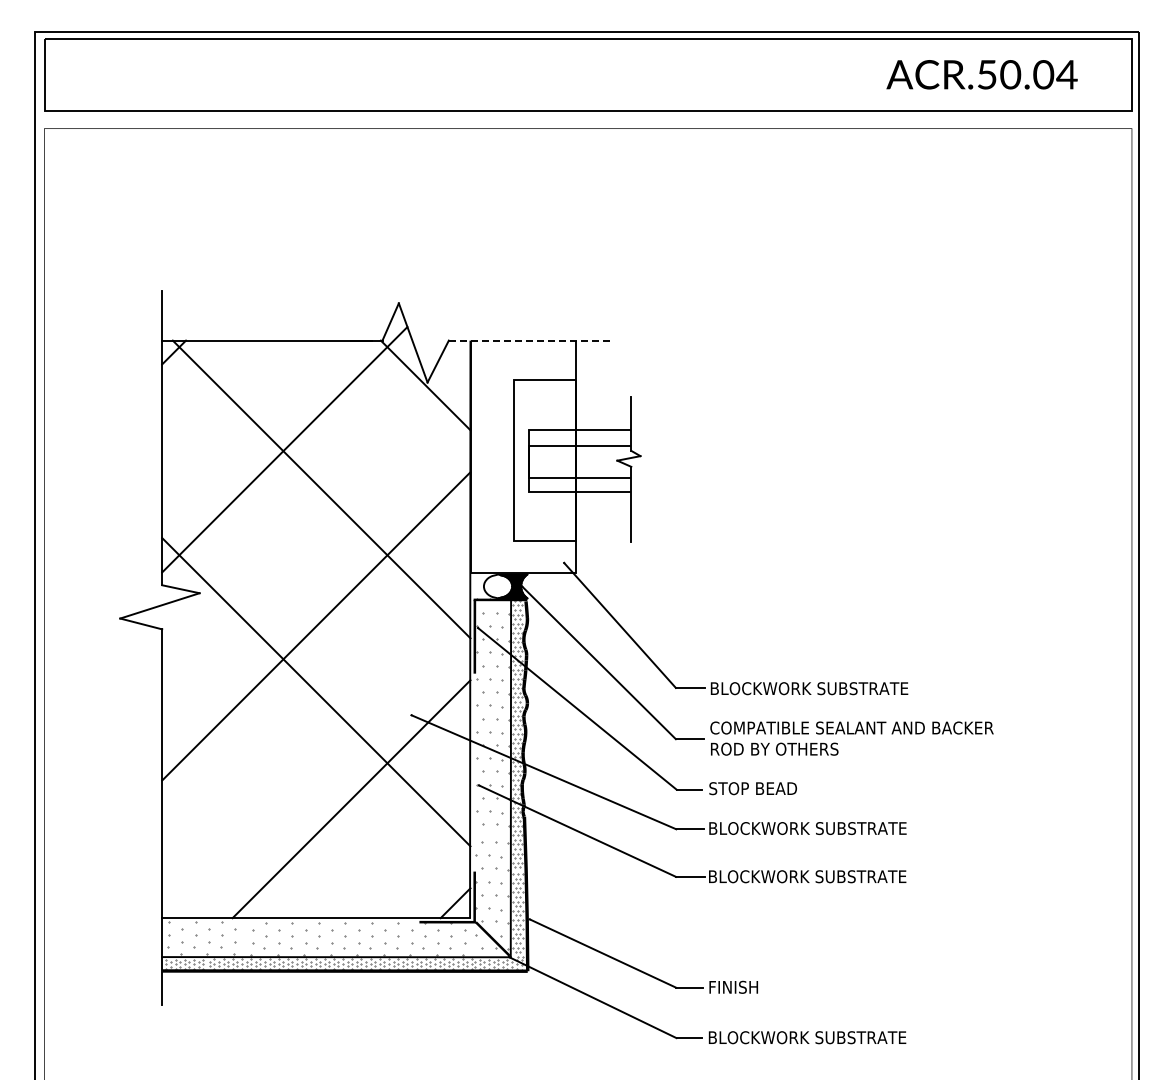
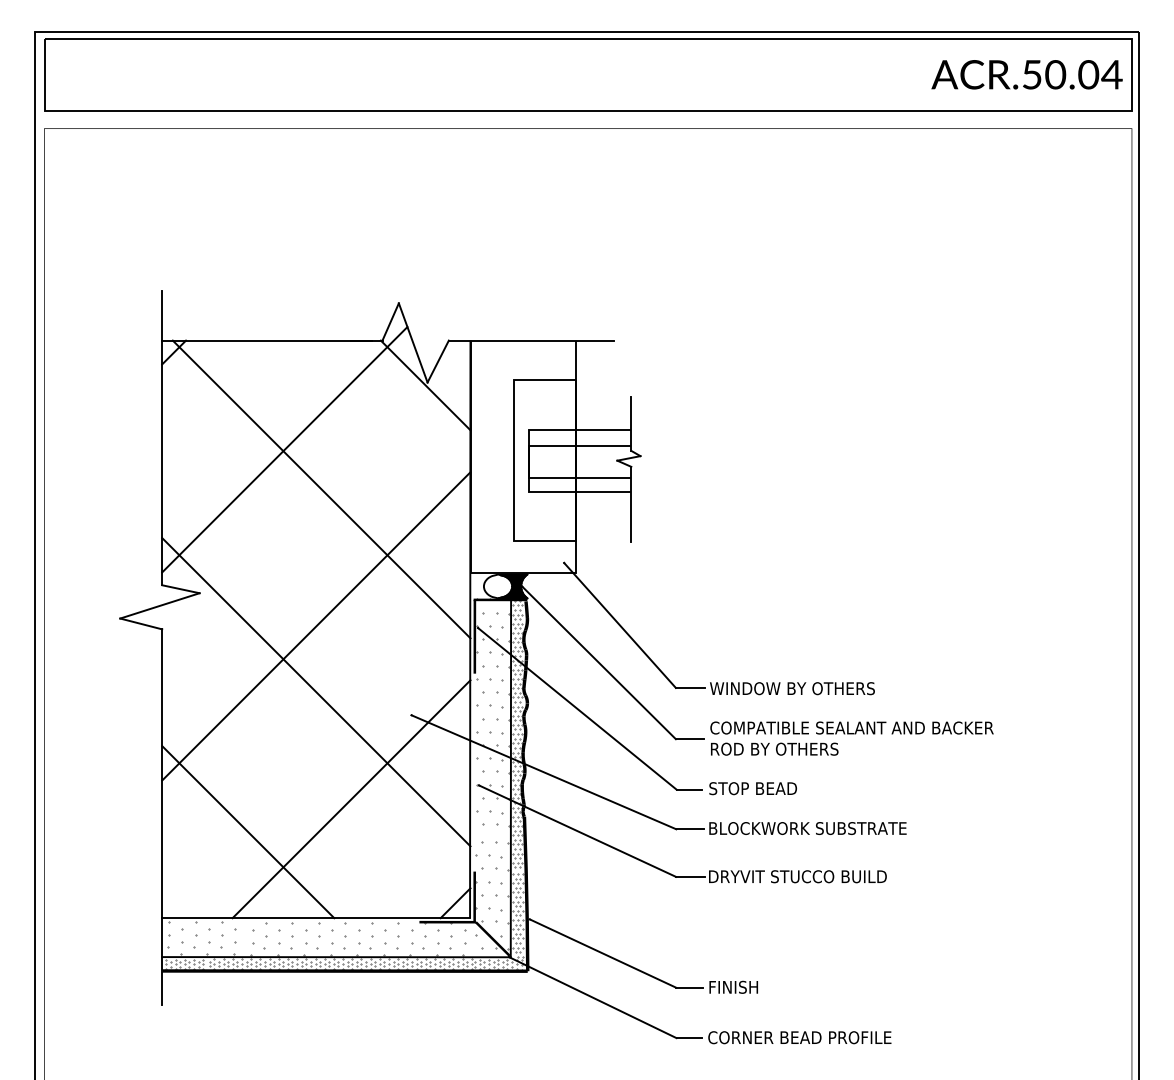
text at (981, 74) position: (981, 74) -> (1026, 74)
line at (531, 340): dashed -> solid
text at (809, 688): BLOCKWORK SUBSTRATE -> WINDOW BY OTHERS
line at (248, 832): none -> present
text at (808, 876): BLOCKWORK SUBSTRATE -> DRYVIT STUCCO BUILD
text at (807, 1037): BLOCKWORK SUBSTRATE -> CORNER BEAD PROFILE
